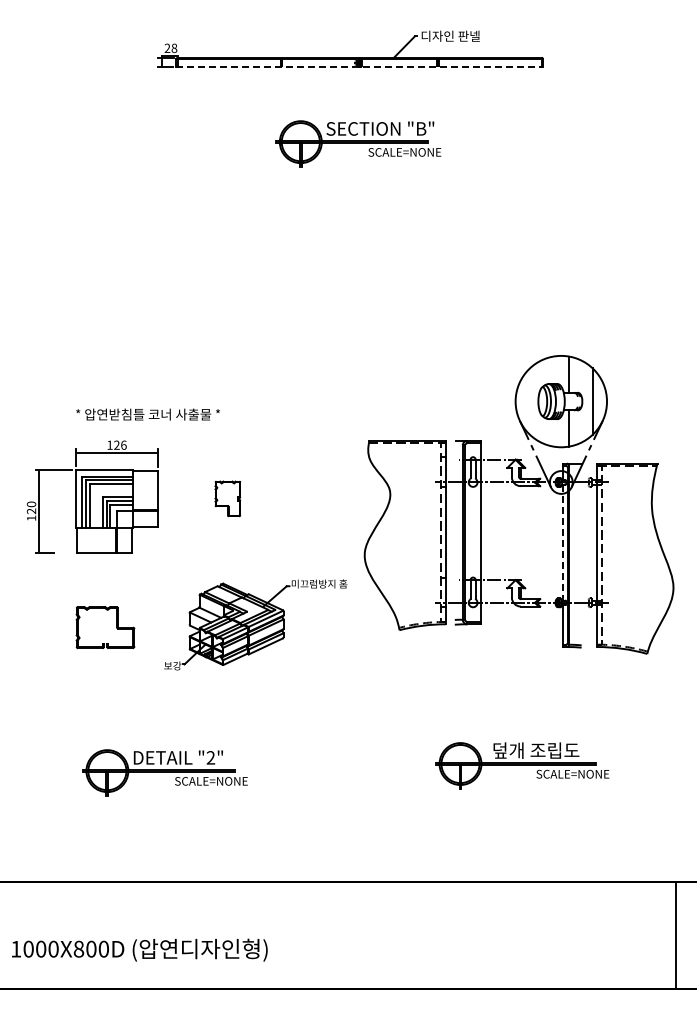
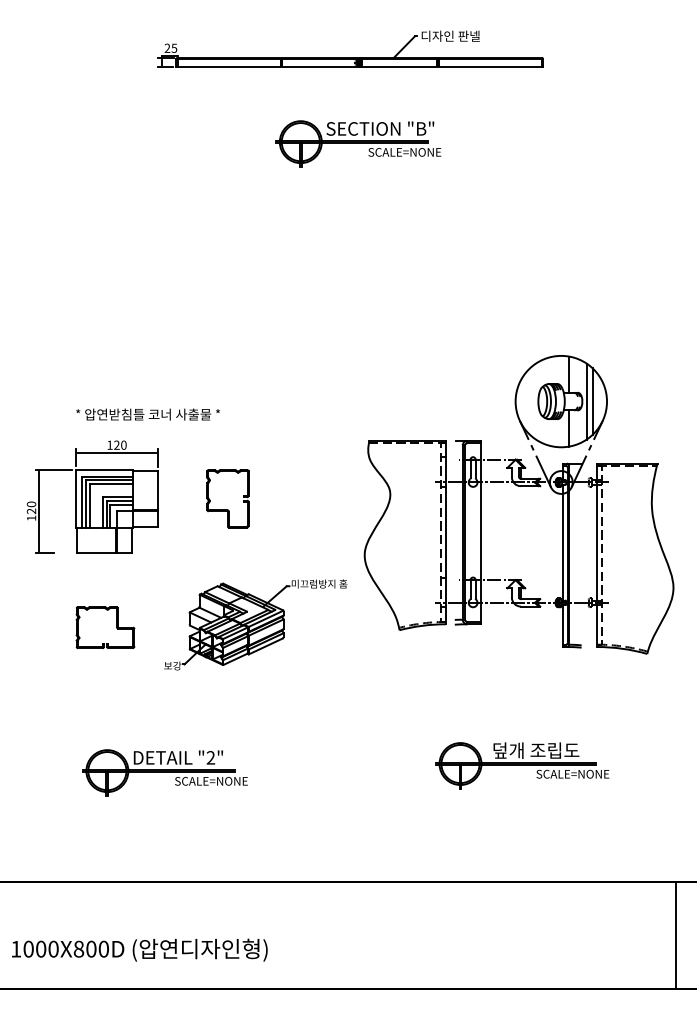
text at (174, 47): 28 -> 25
line at (360, 66): dashed -> solid
line at (586, 401): none -> present
text at (123, 444): 126 -> 120
part at (227, 498) size: 28x38 px -> 44x60 px
line at (563, 542): dashed -> solid
